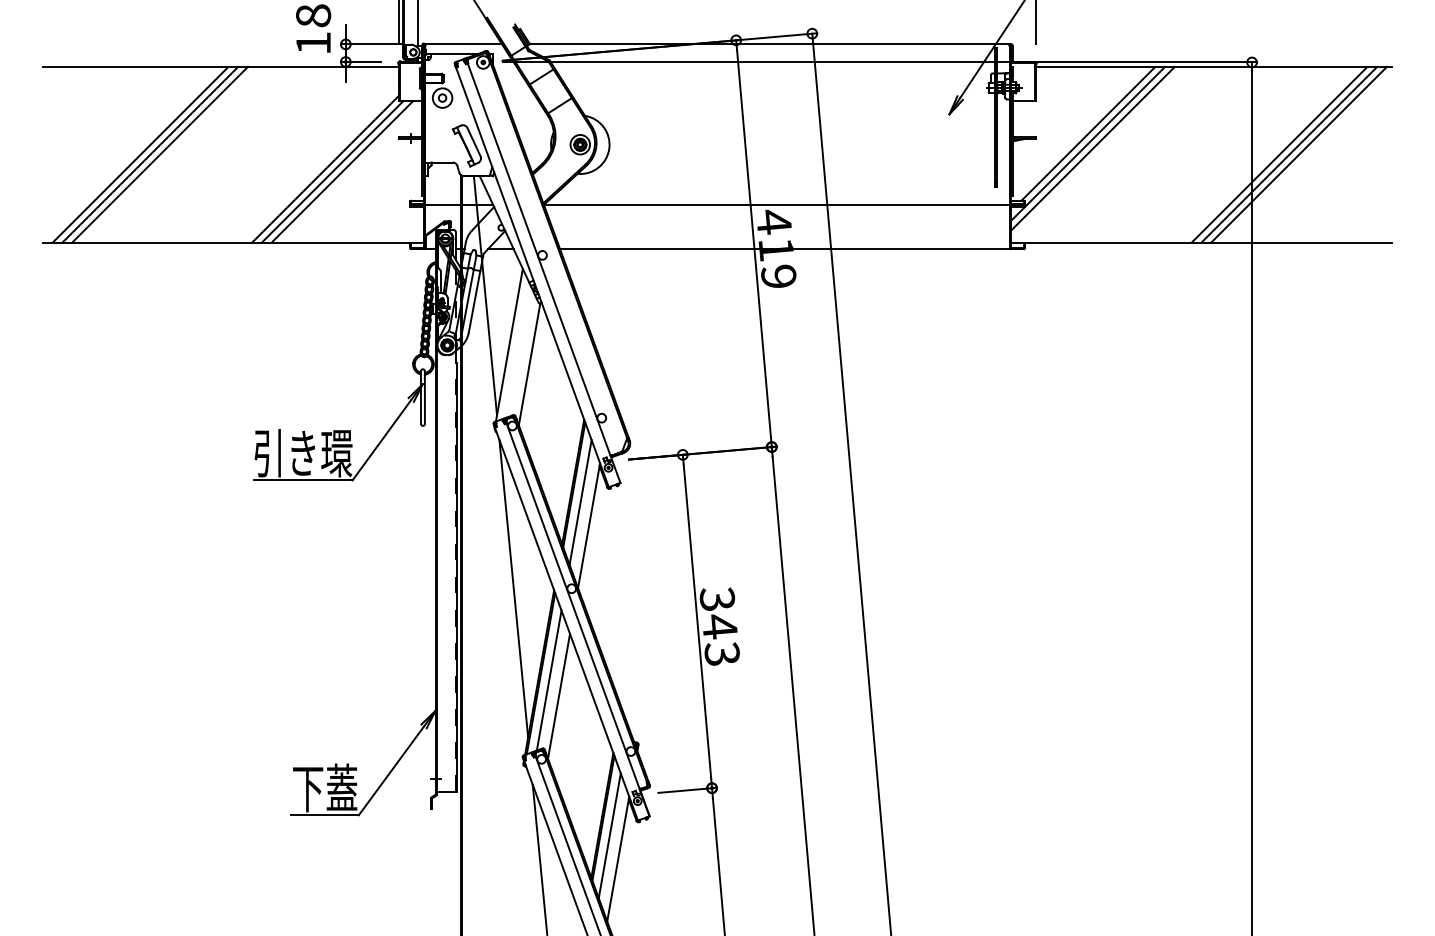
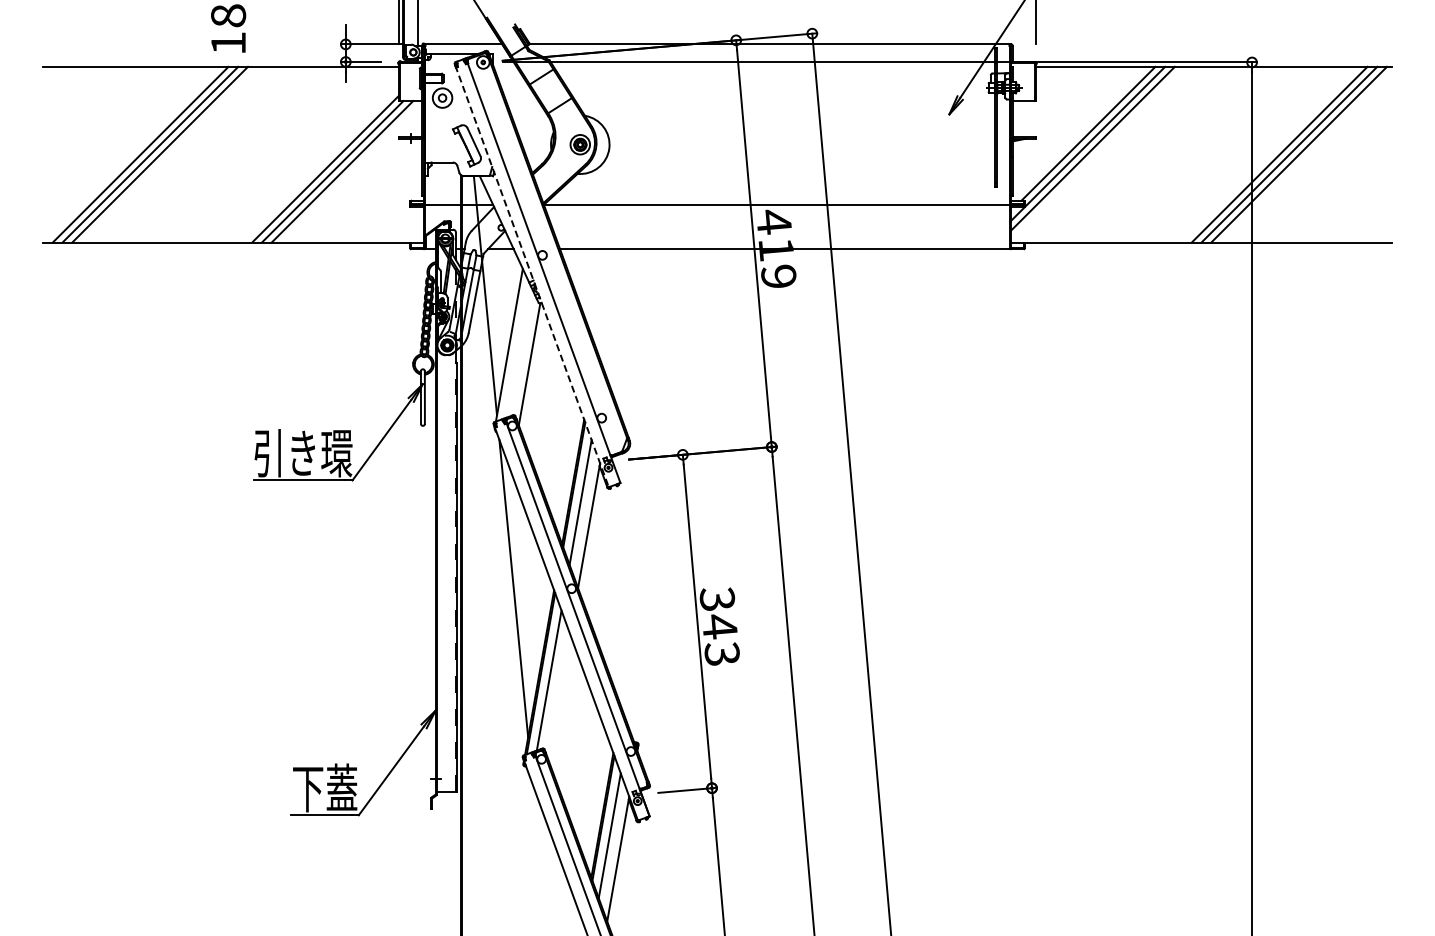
text at (313, 28) position: (313, 28) -> (228, 28)
line at (532, 276): solid -> dashed
line at (559, 695): present -> none
line at (539, 858): present -> none
